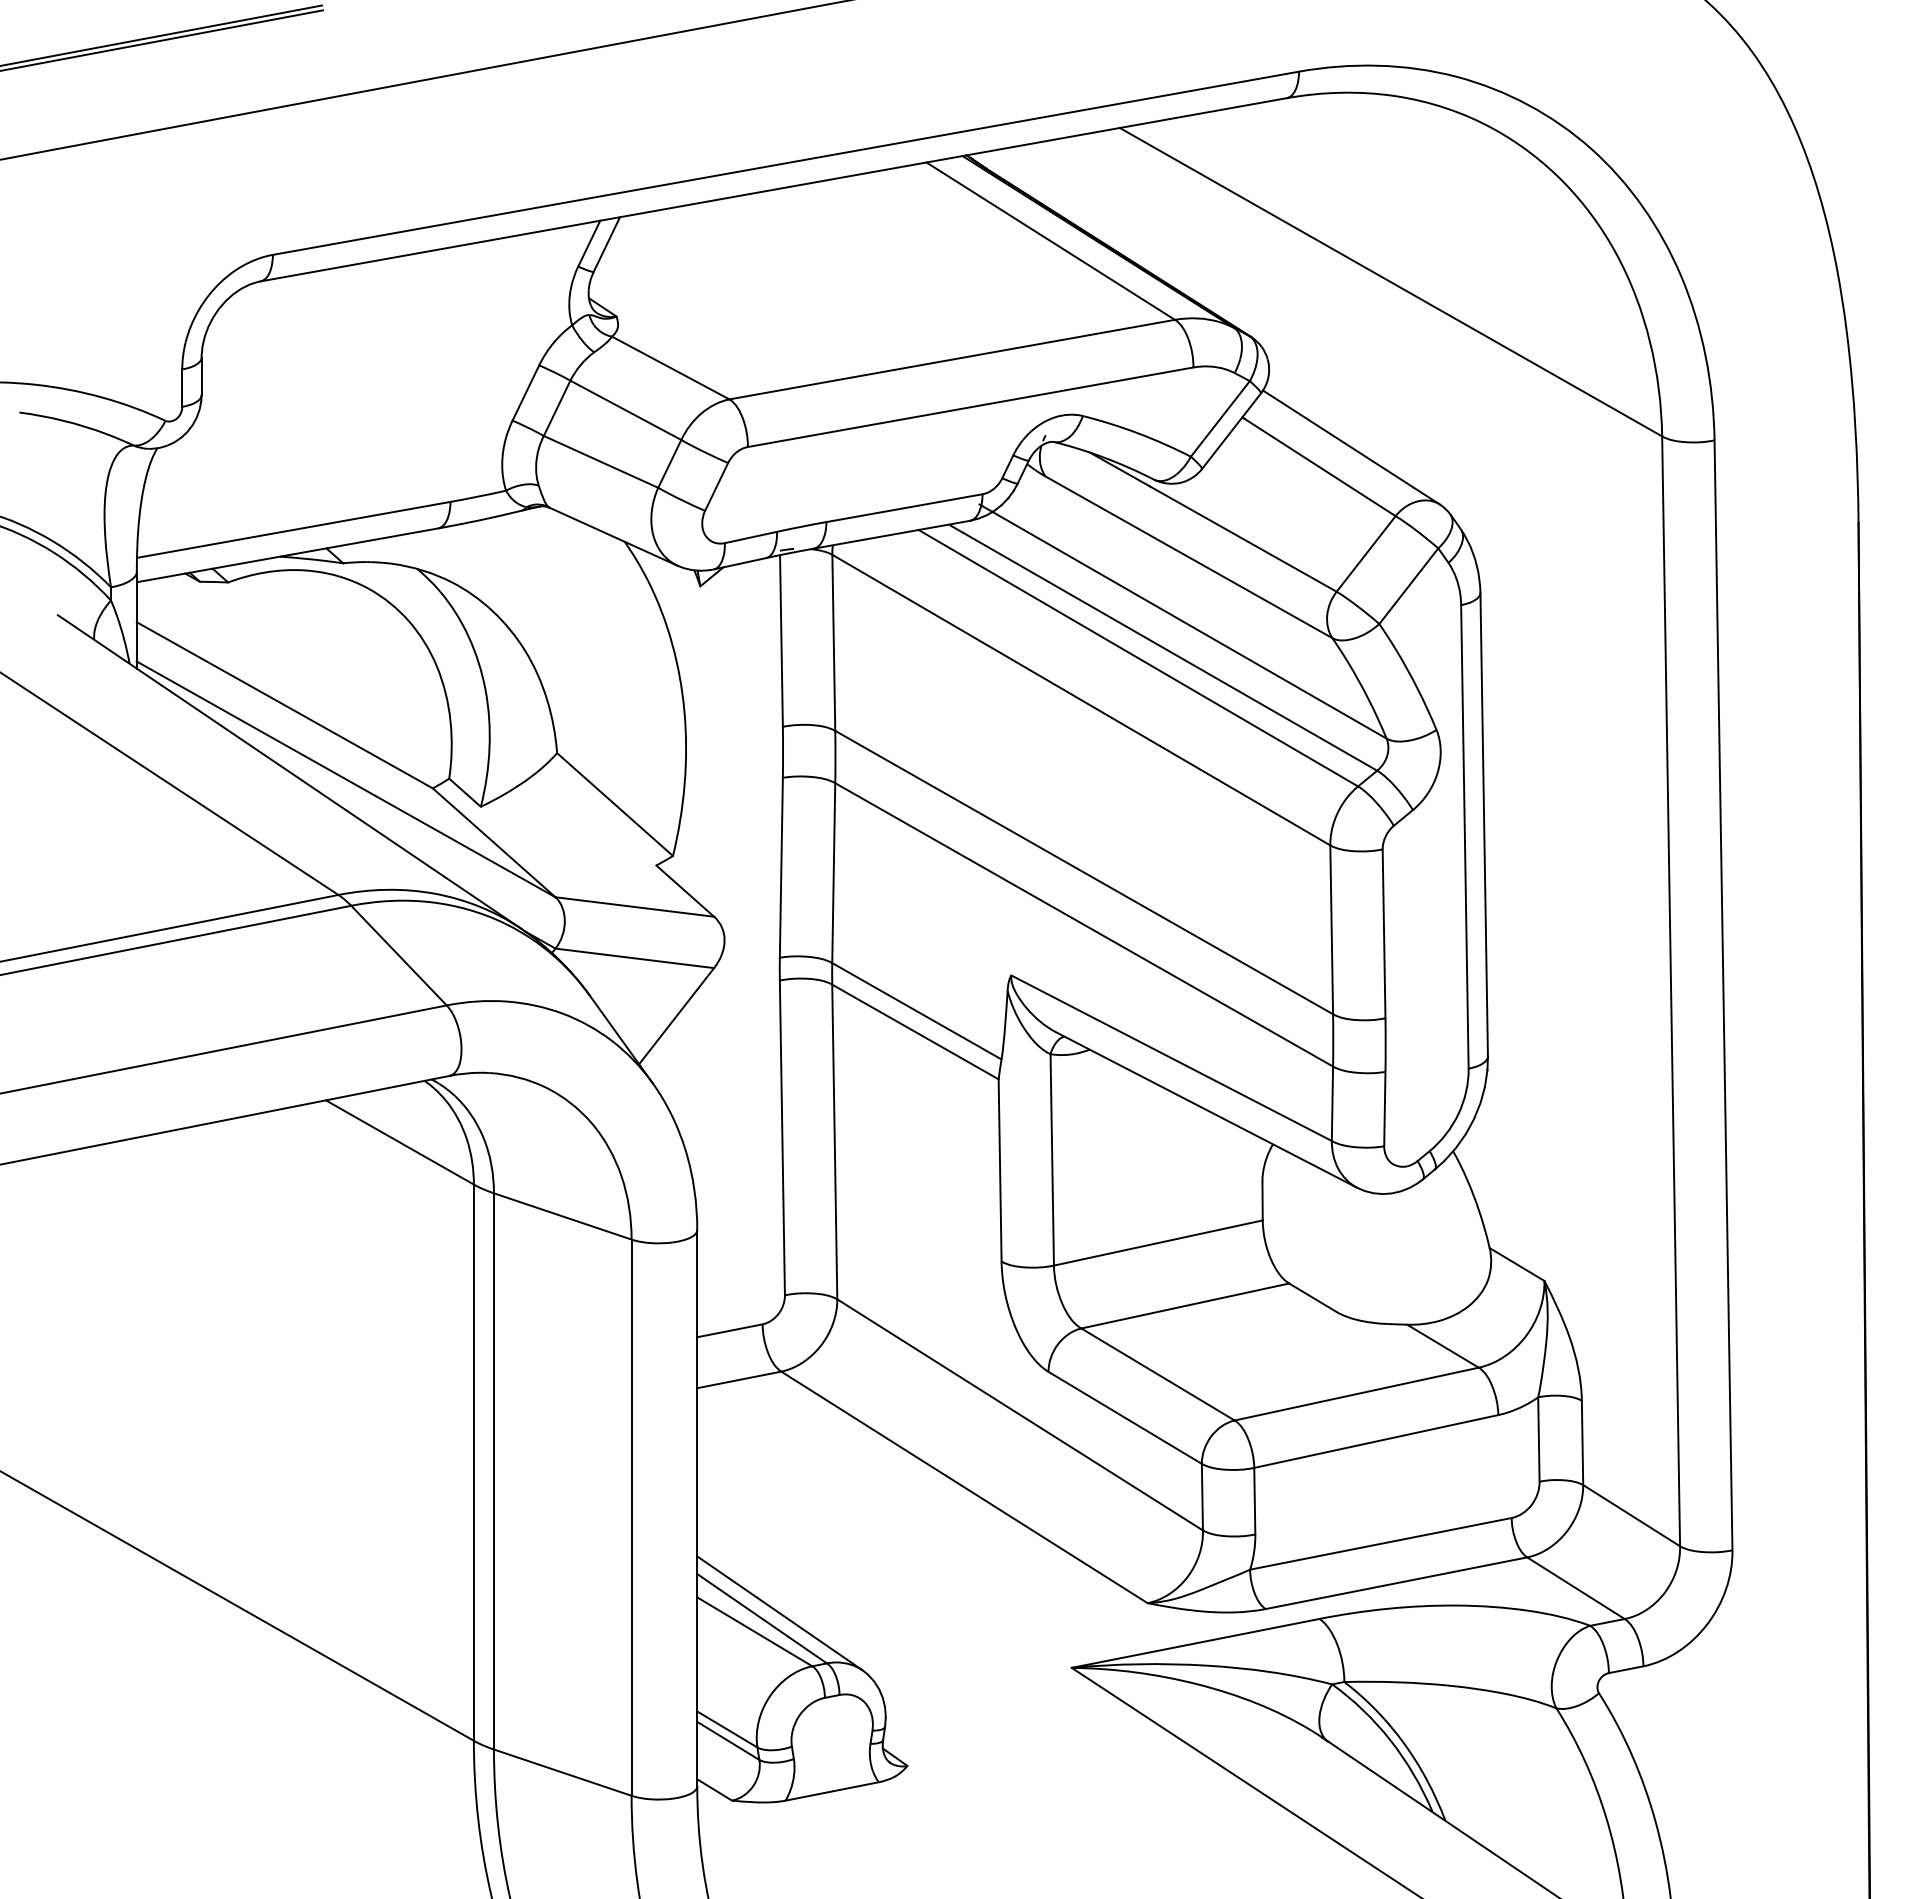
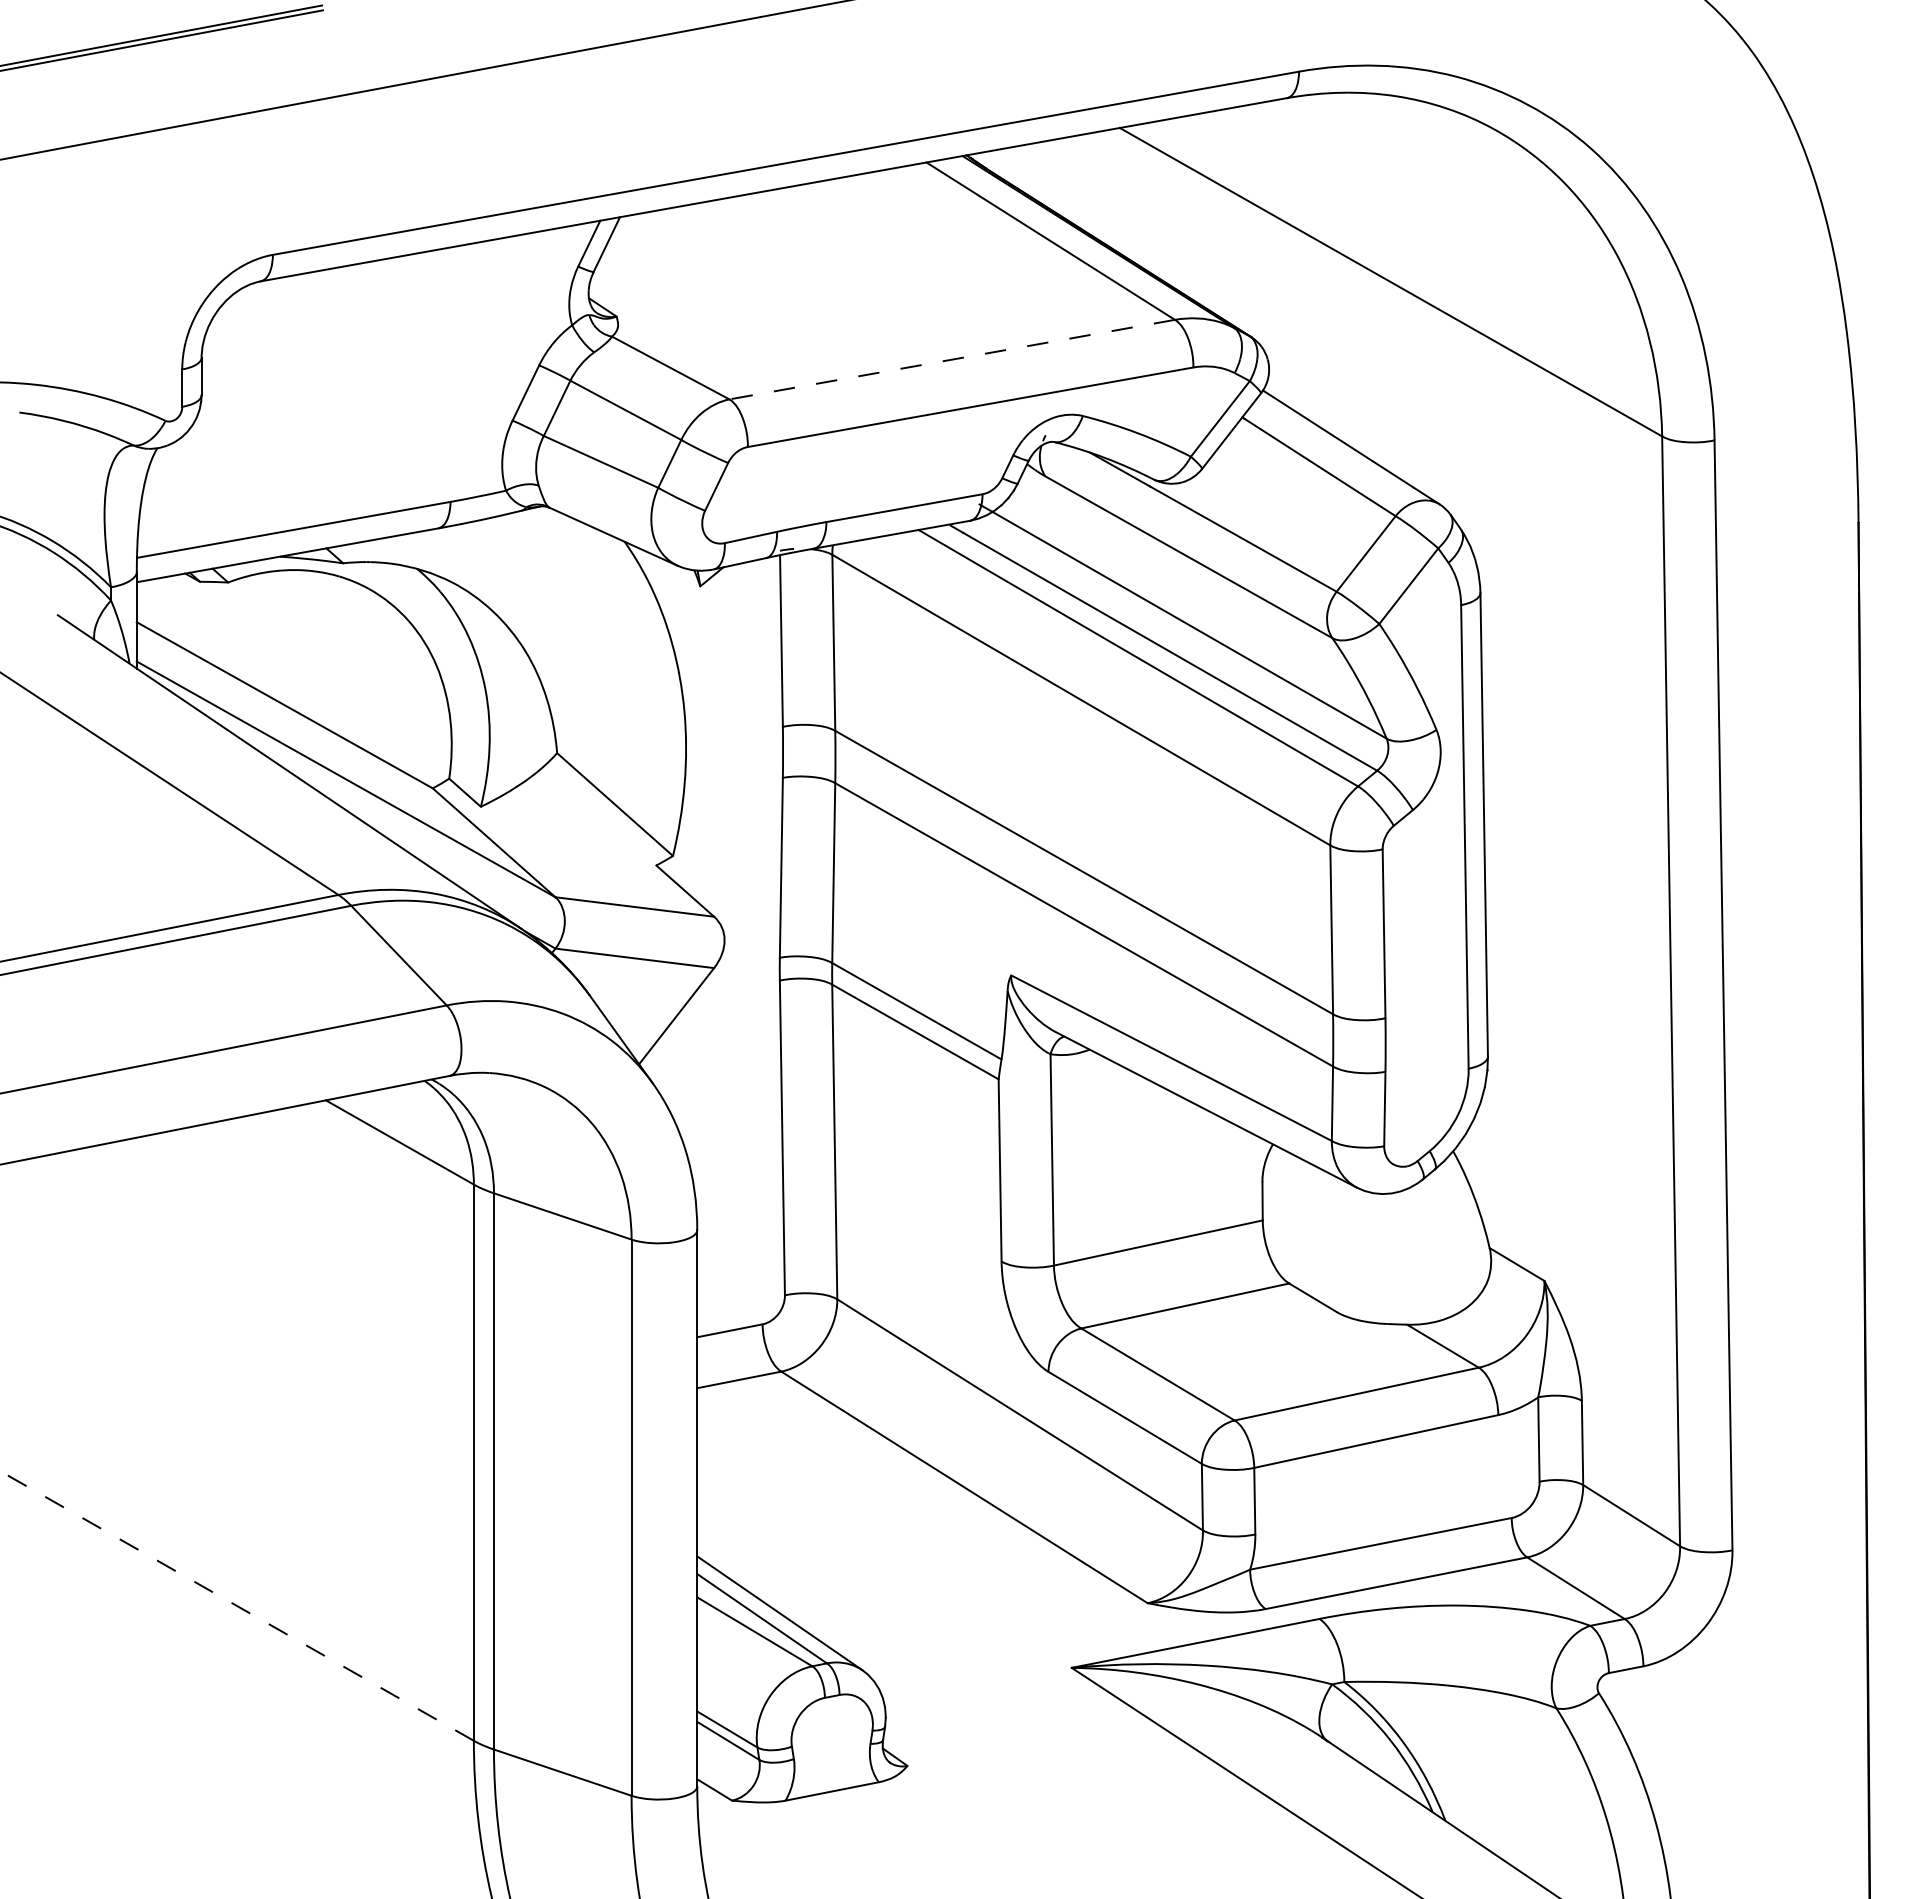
line at (951, 359): solid -> dashed
line at (236, 1605): solid -> dashed
